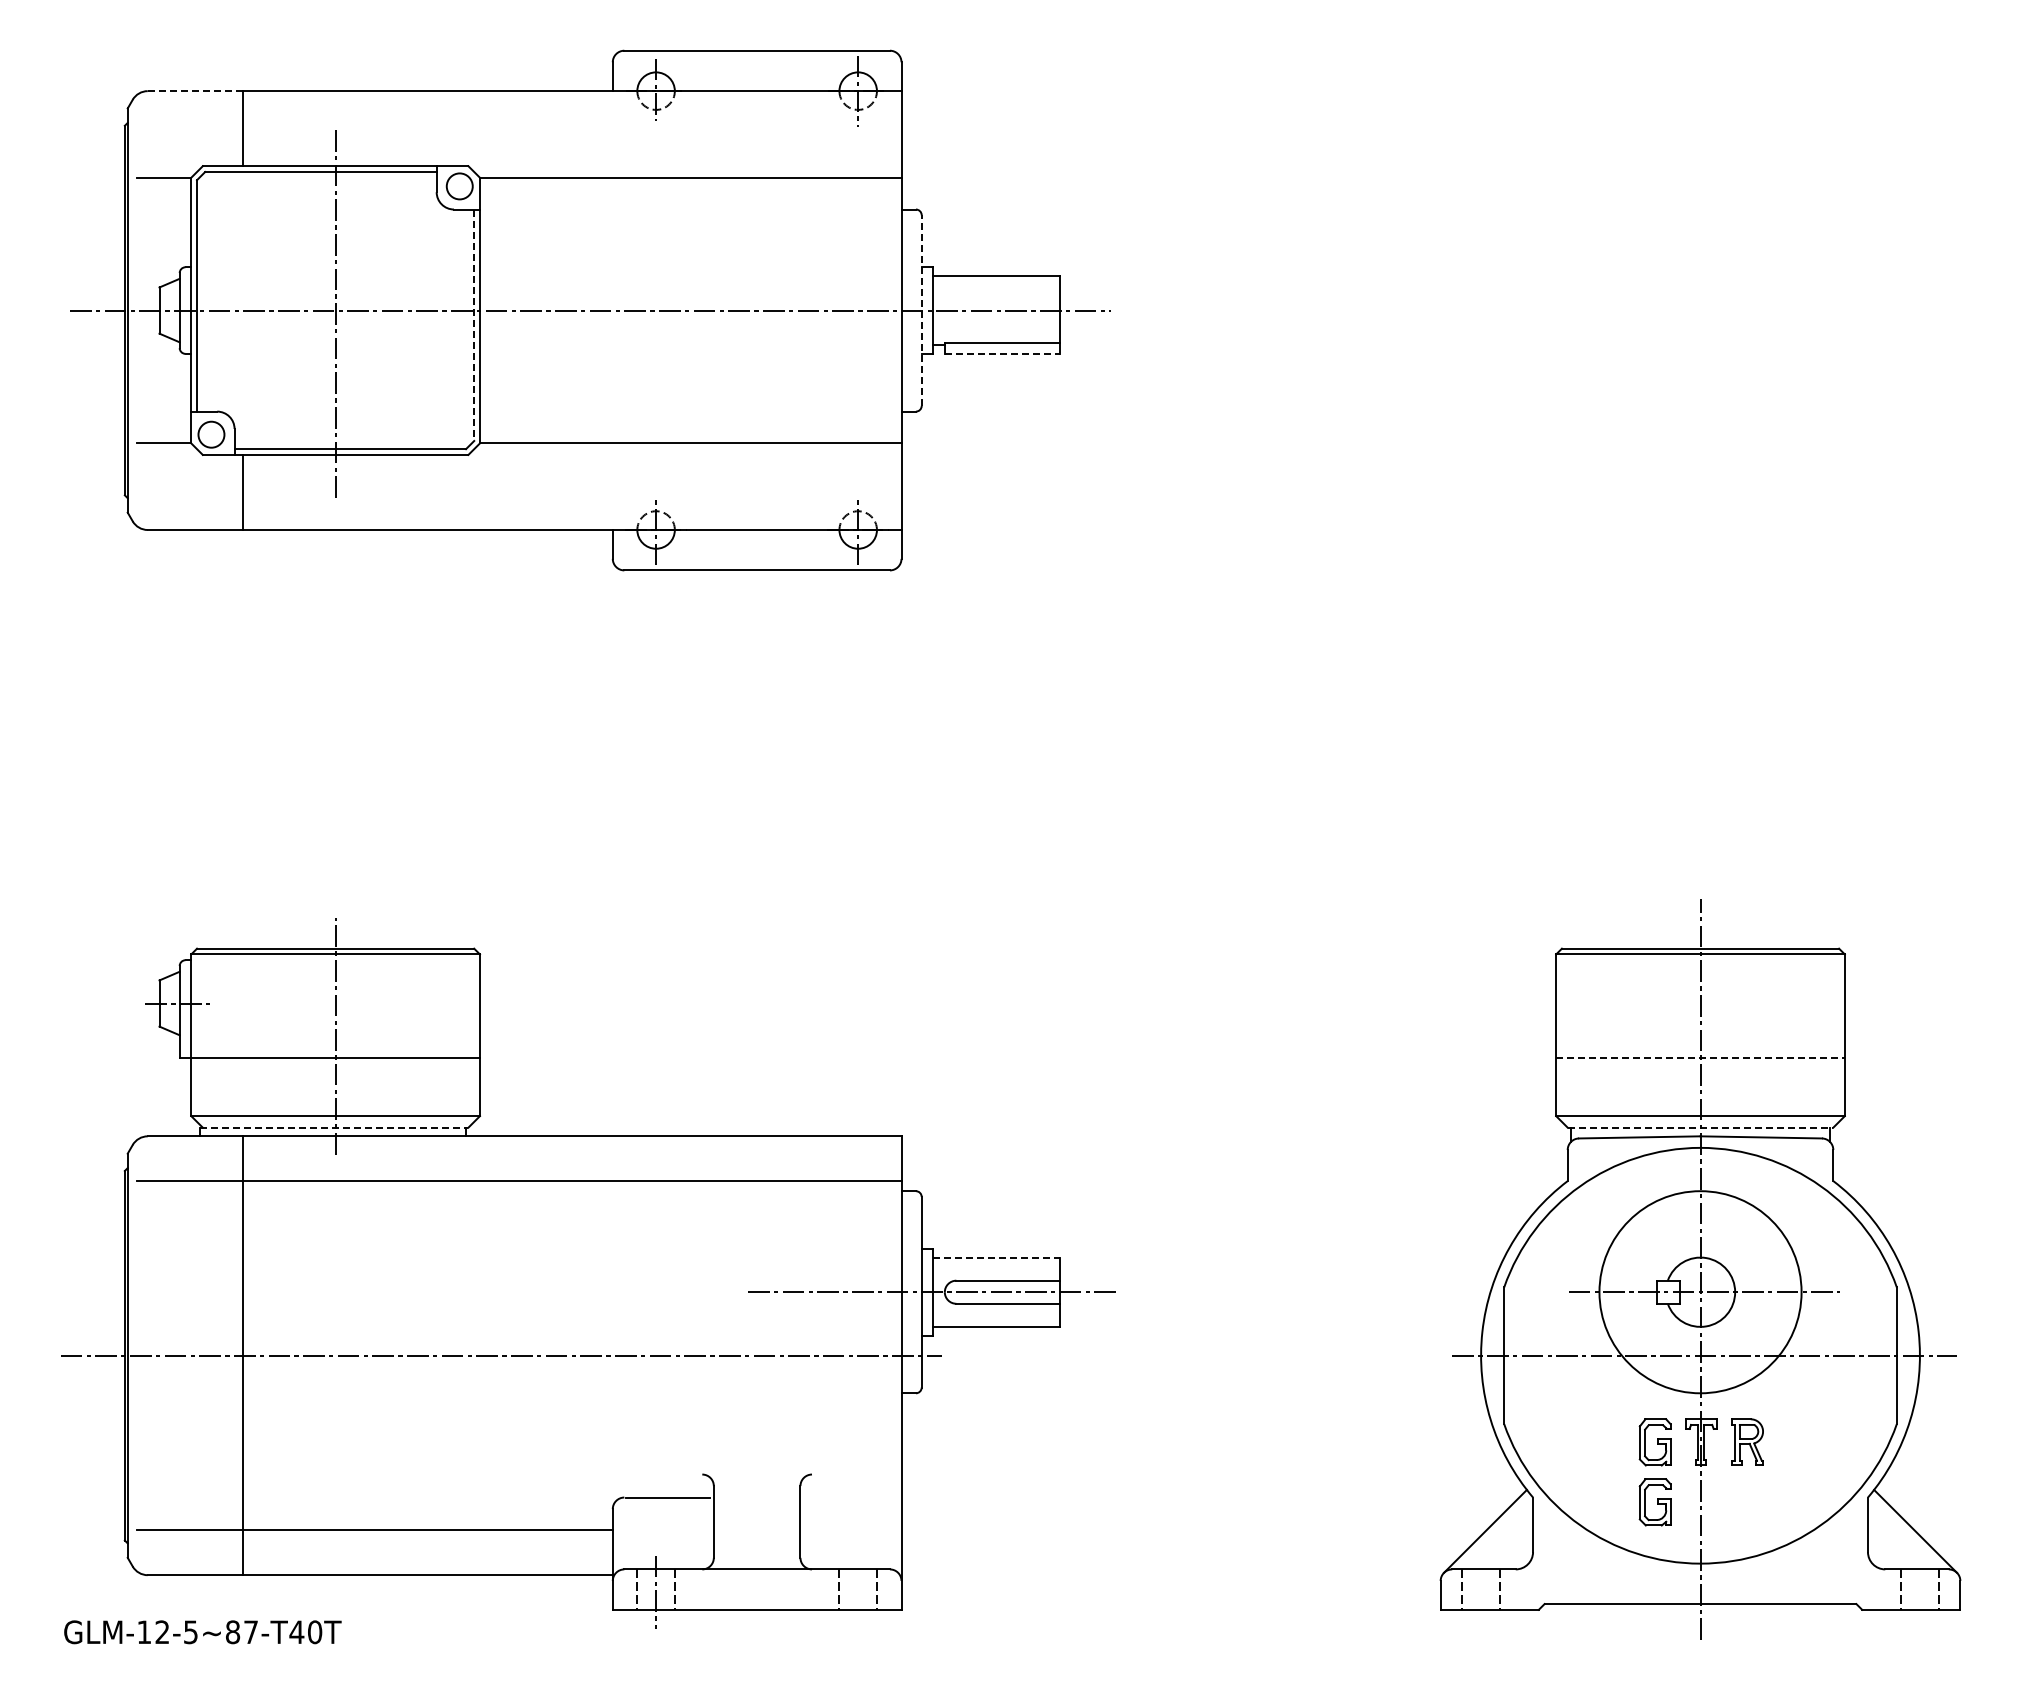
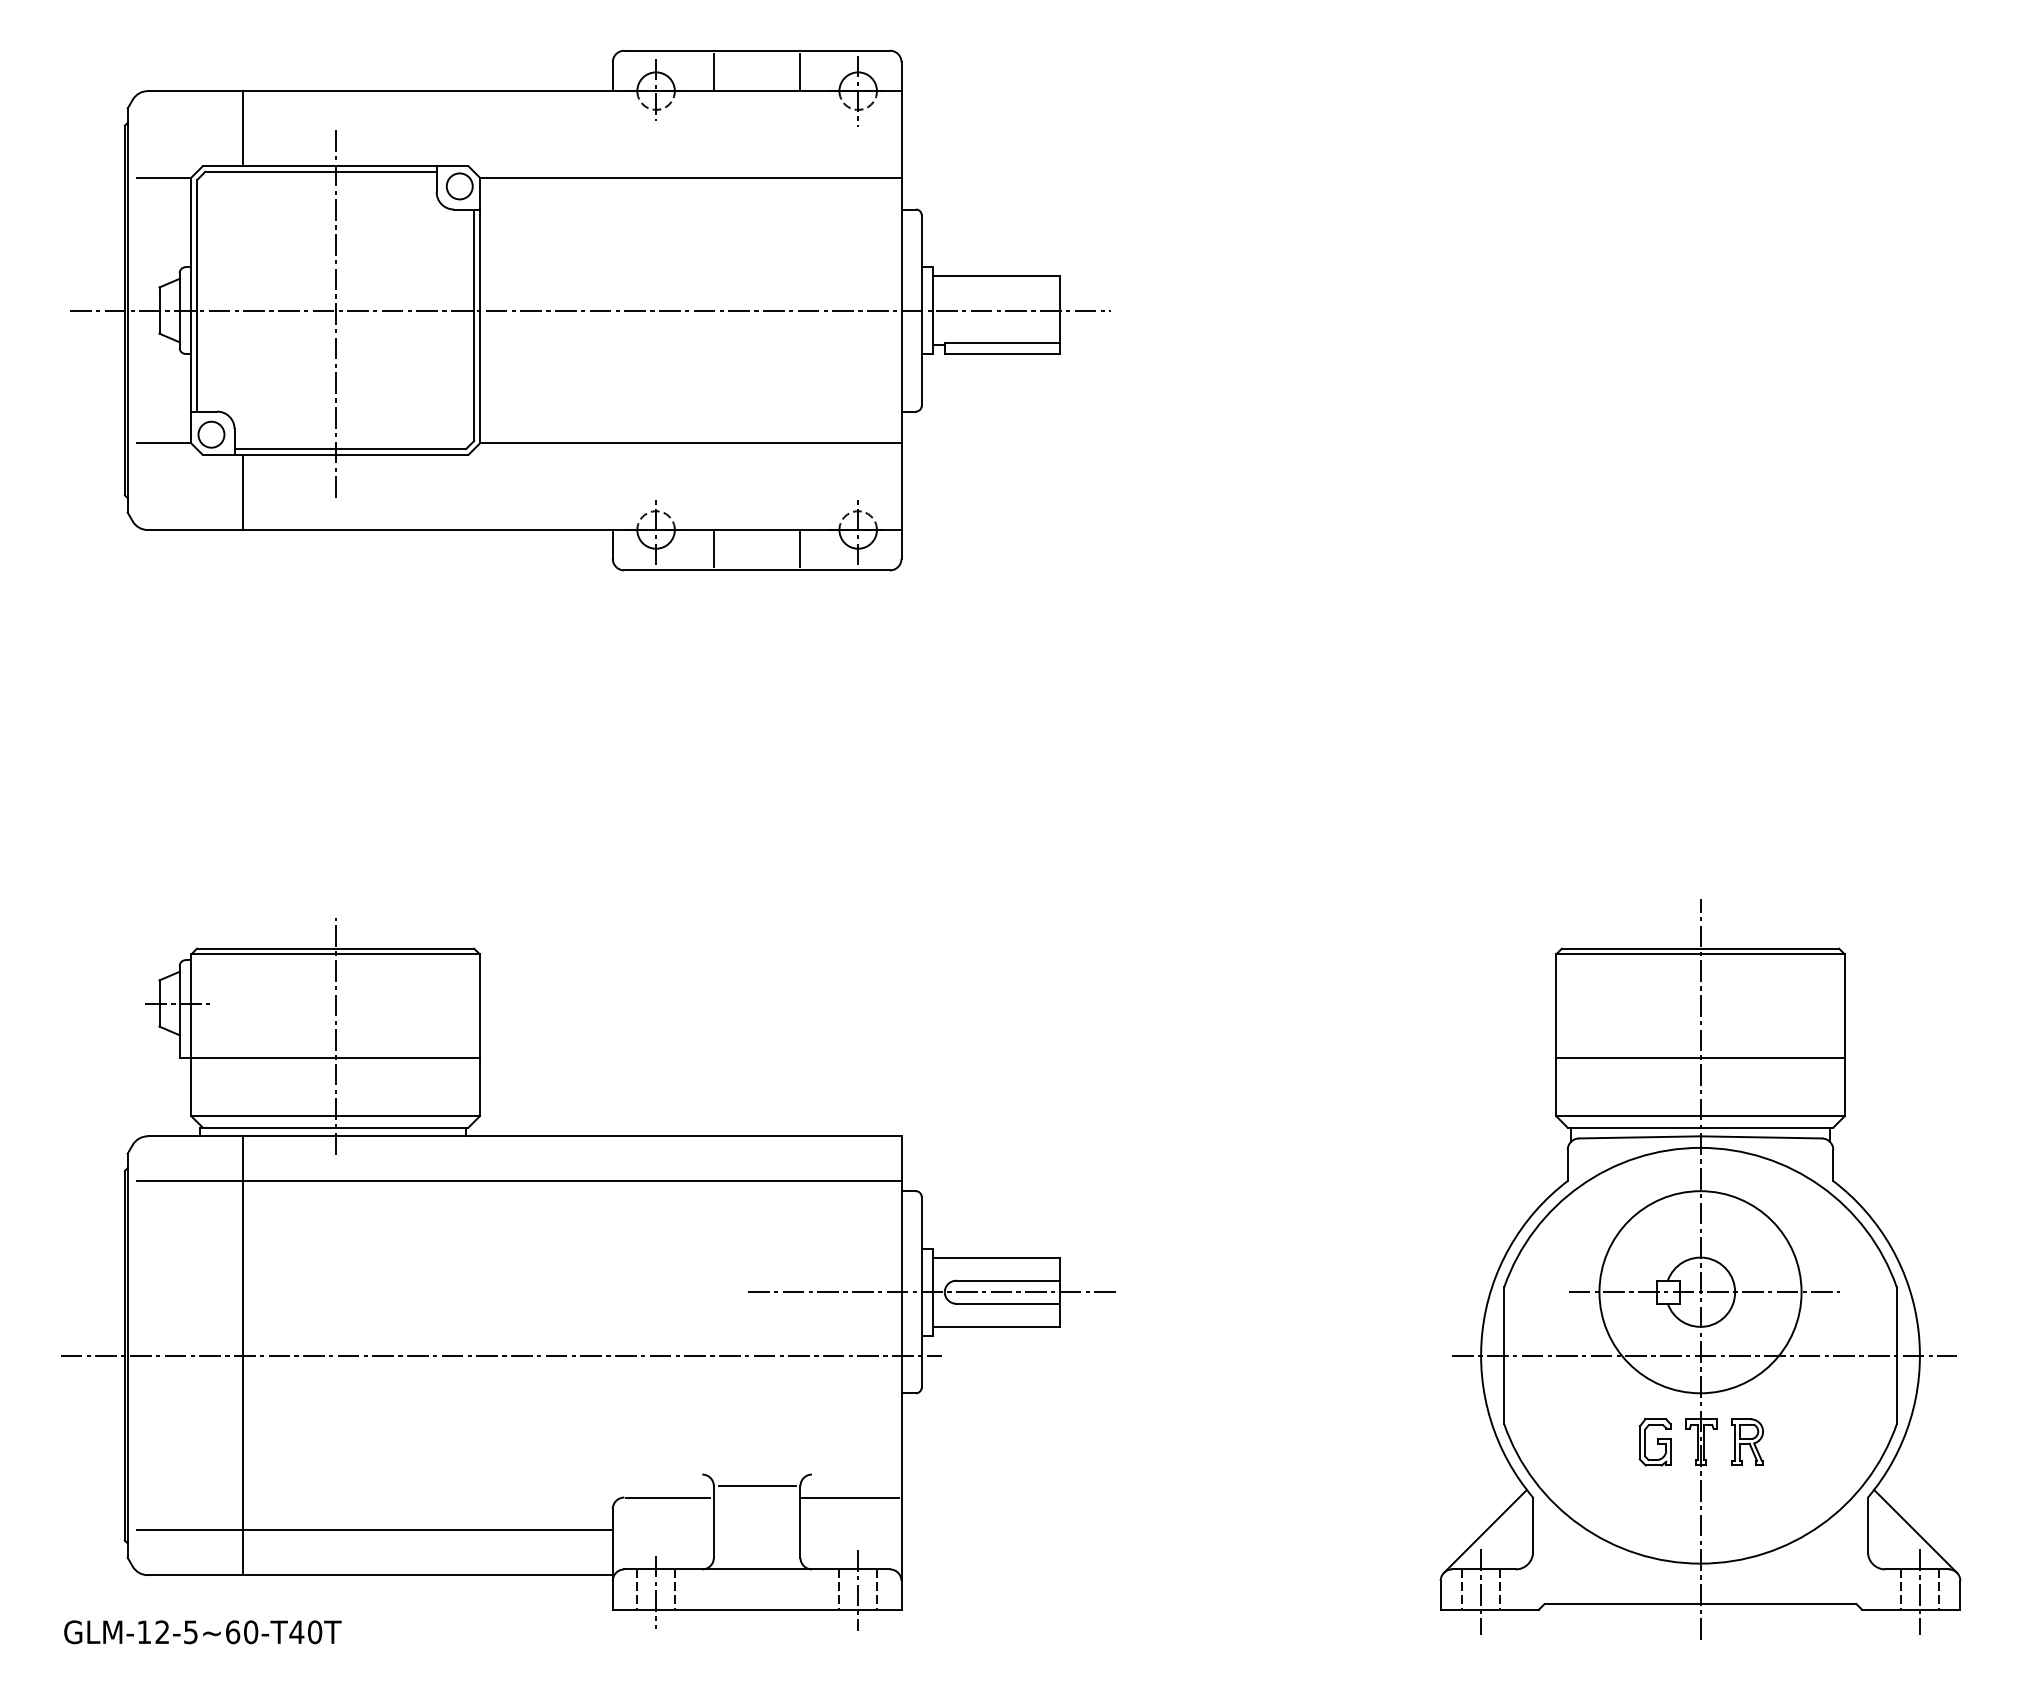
line at (713, 72): none -> present
line at (800, 72): none -> present
line at (195, 91): dashed -> solid
line at (921, 310): dashed -> solid
line at (474, 325): dashed -> solid
line at (1002, 353): dashed -> solid
line at (713, 548): none -> present
line at (800, 548): none -> present
line at (1701, 1058): dashed -> solid
line at (334, 1127): dashed -> solid
line at (1700, 1127): dashed -> solid
line at (996, 1257): dashed -> solid
line at (757, 1486): none -> present
line at (850, 1497): none -> present
part at (1654, 1502): present -> none
line at (858, 1590): none -> present
line at (1481, 1592): none -> present
line at (1919, 1592): none -> present
text at (242, 1632): GLM-12-5~87-T40T -> GLM-12-5~60-T40T
